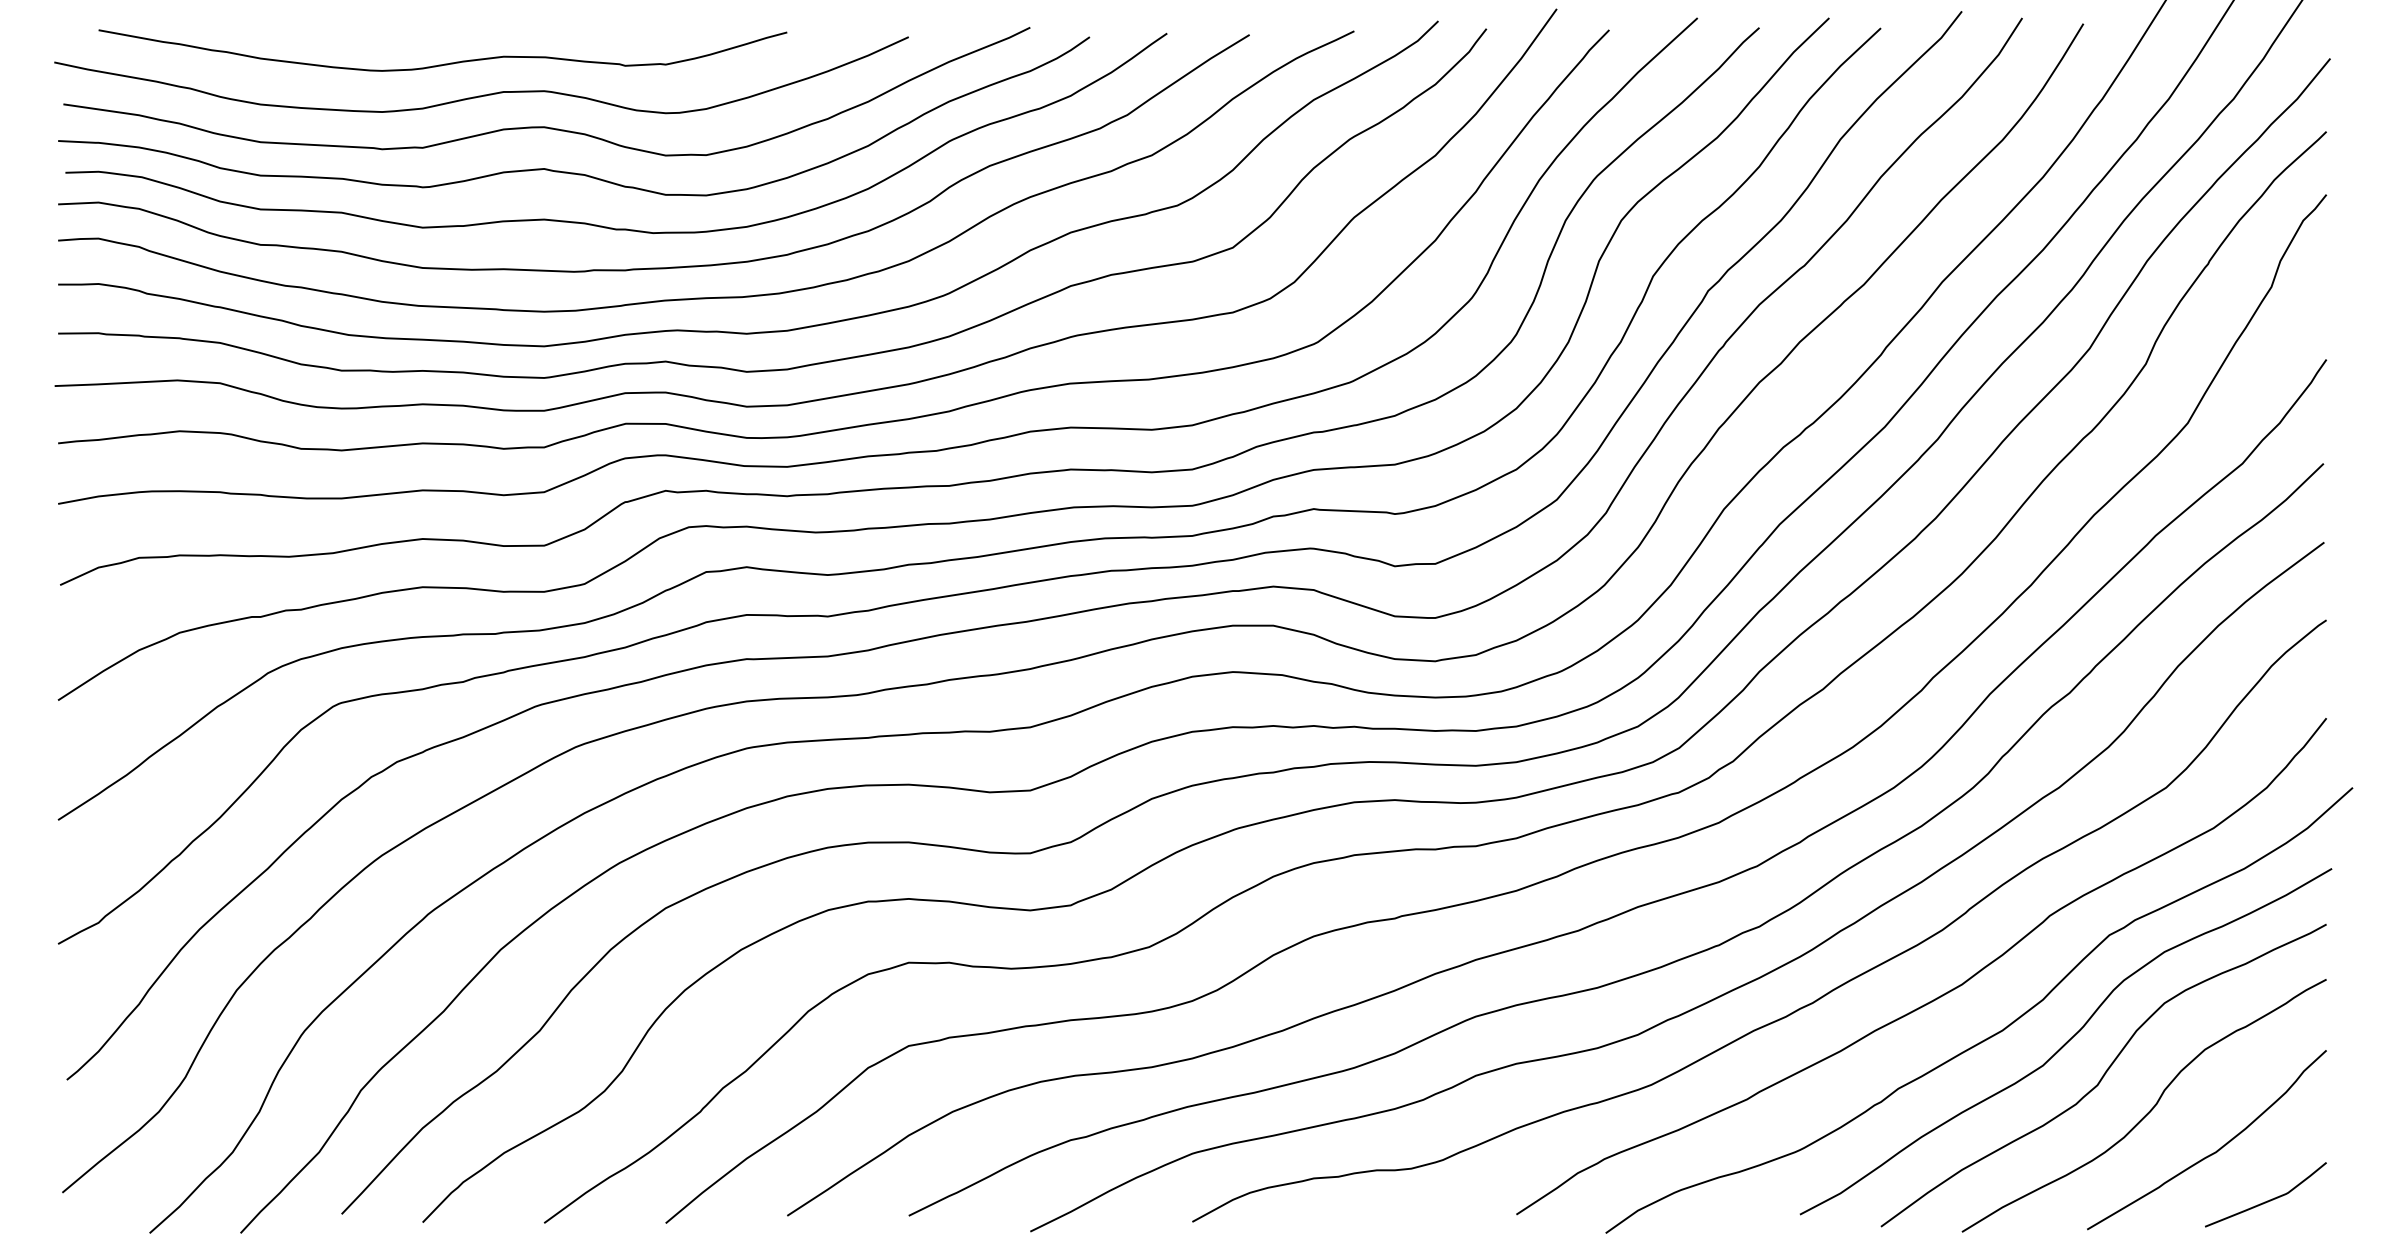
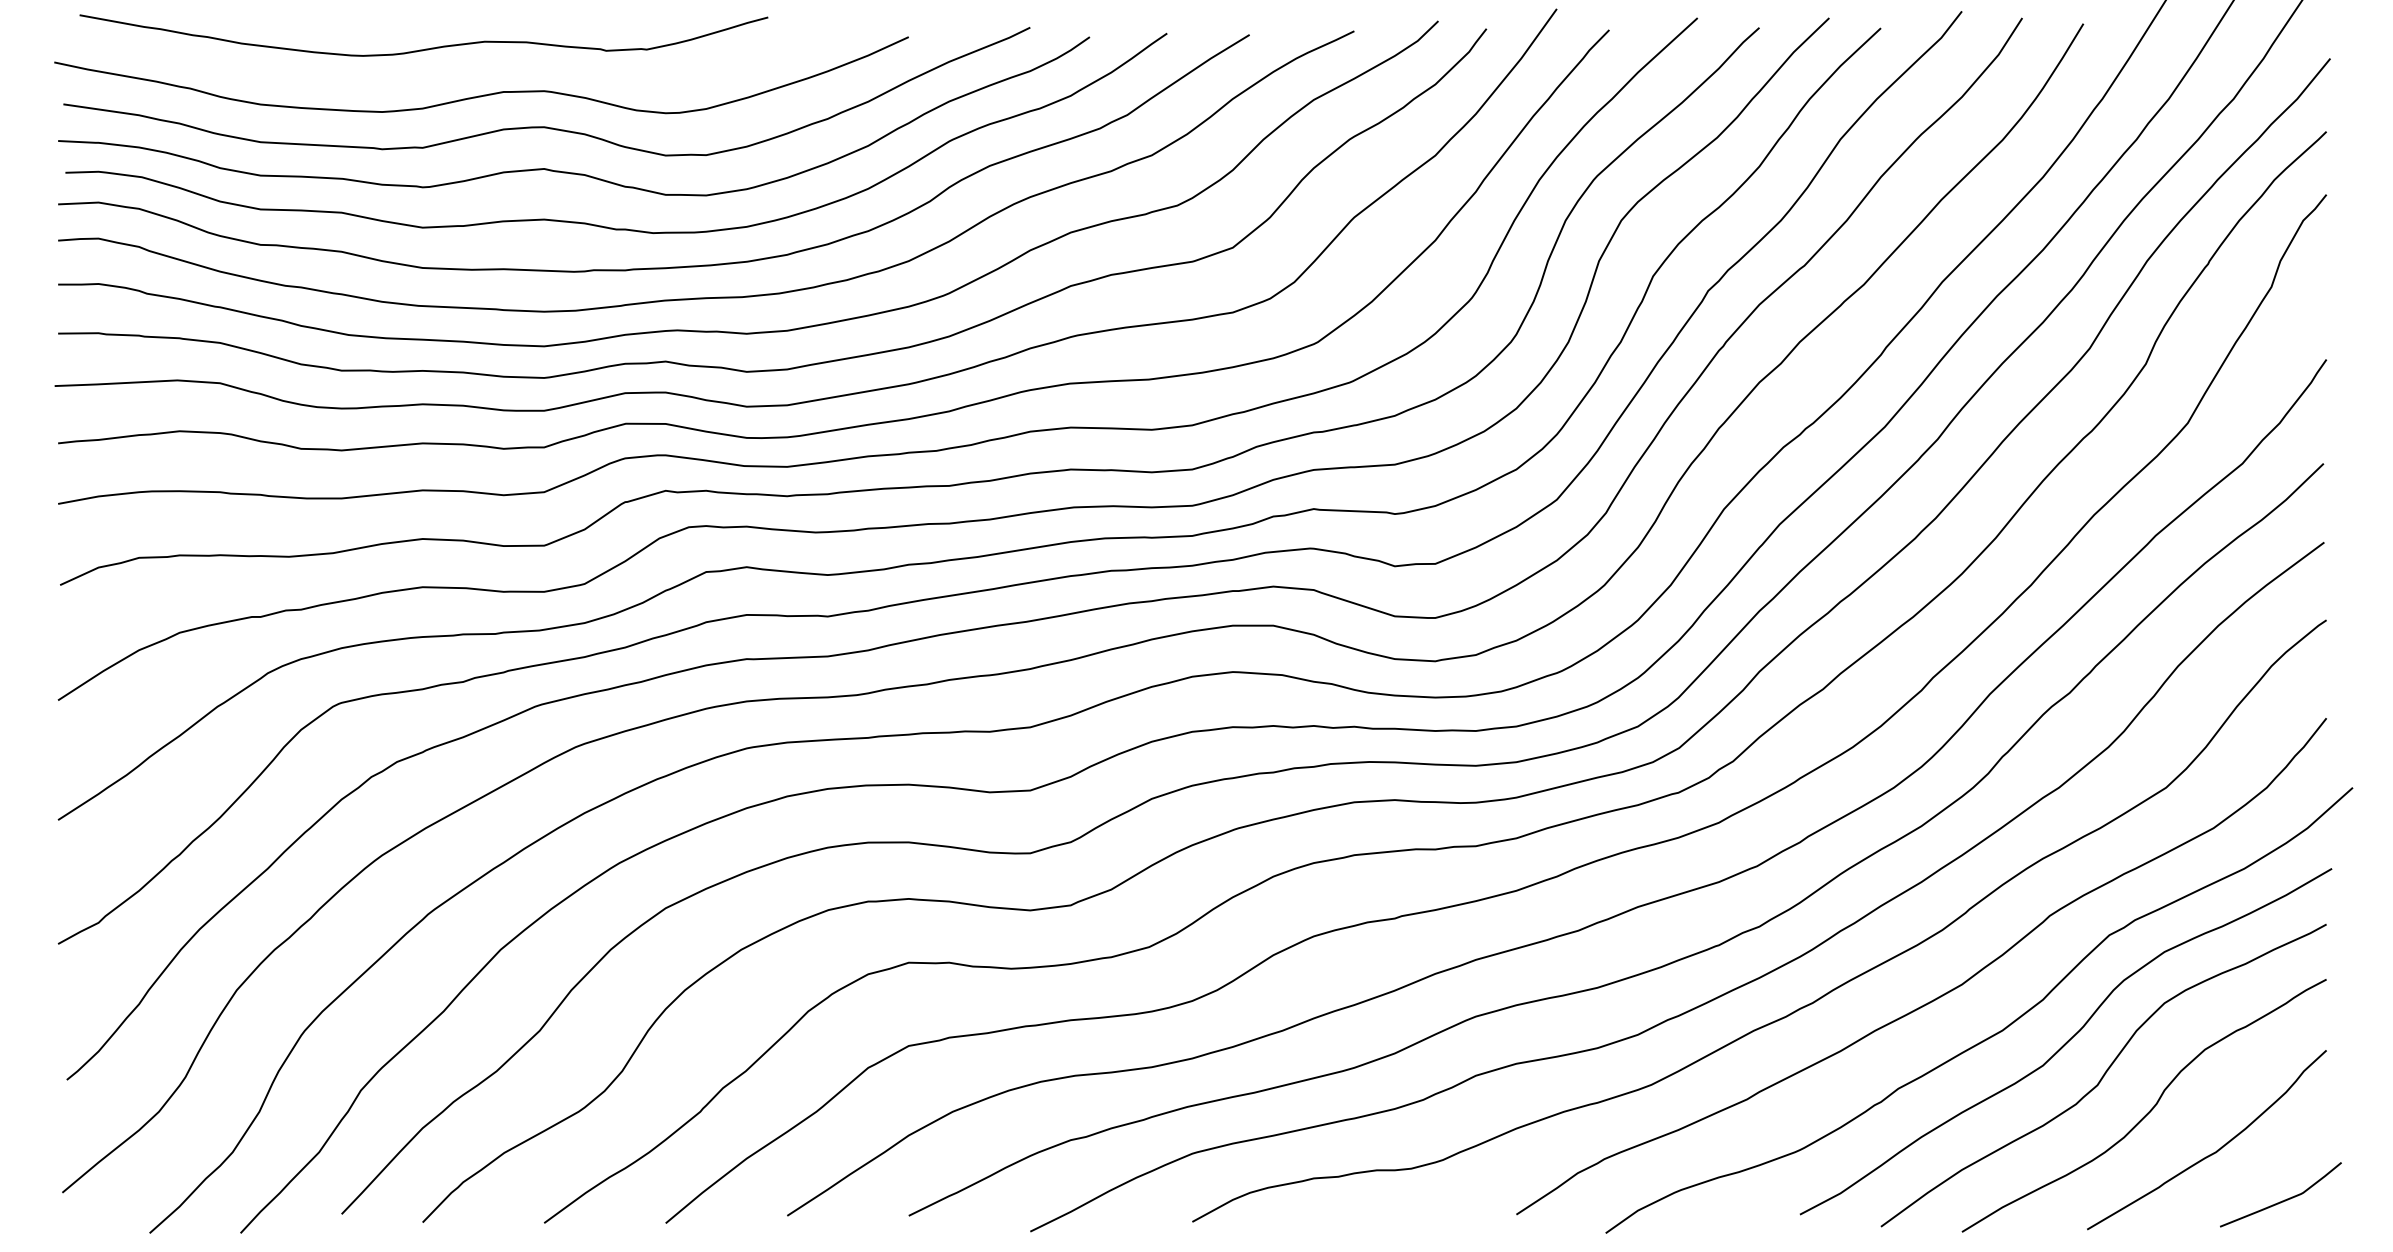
curve at (444, 63) position: (444, 63) -> (425, 48)
curve at (2267, 1200) position: (2267, 1200) -> (2282, 1200)
